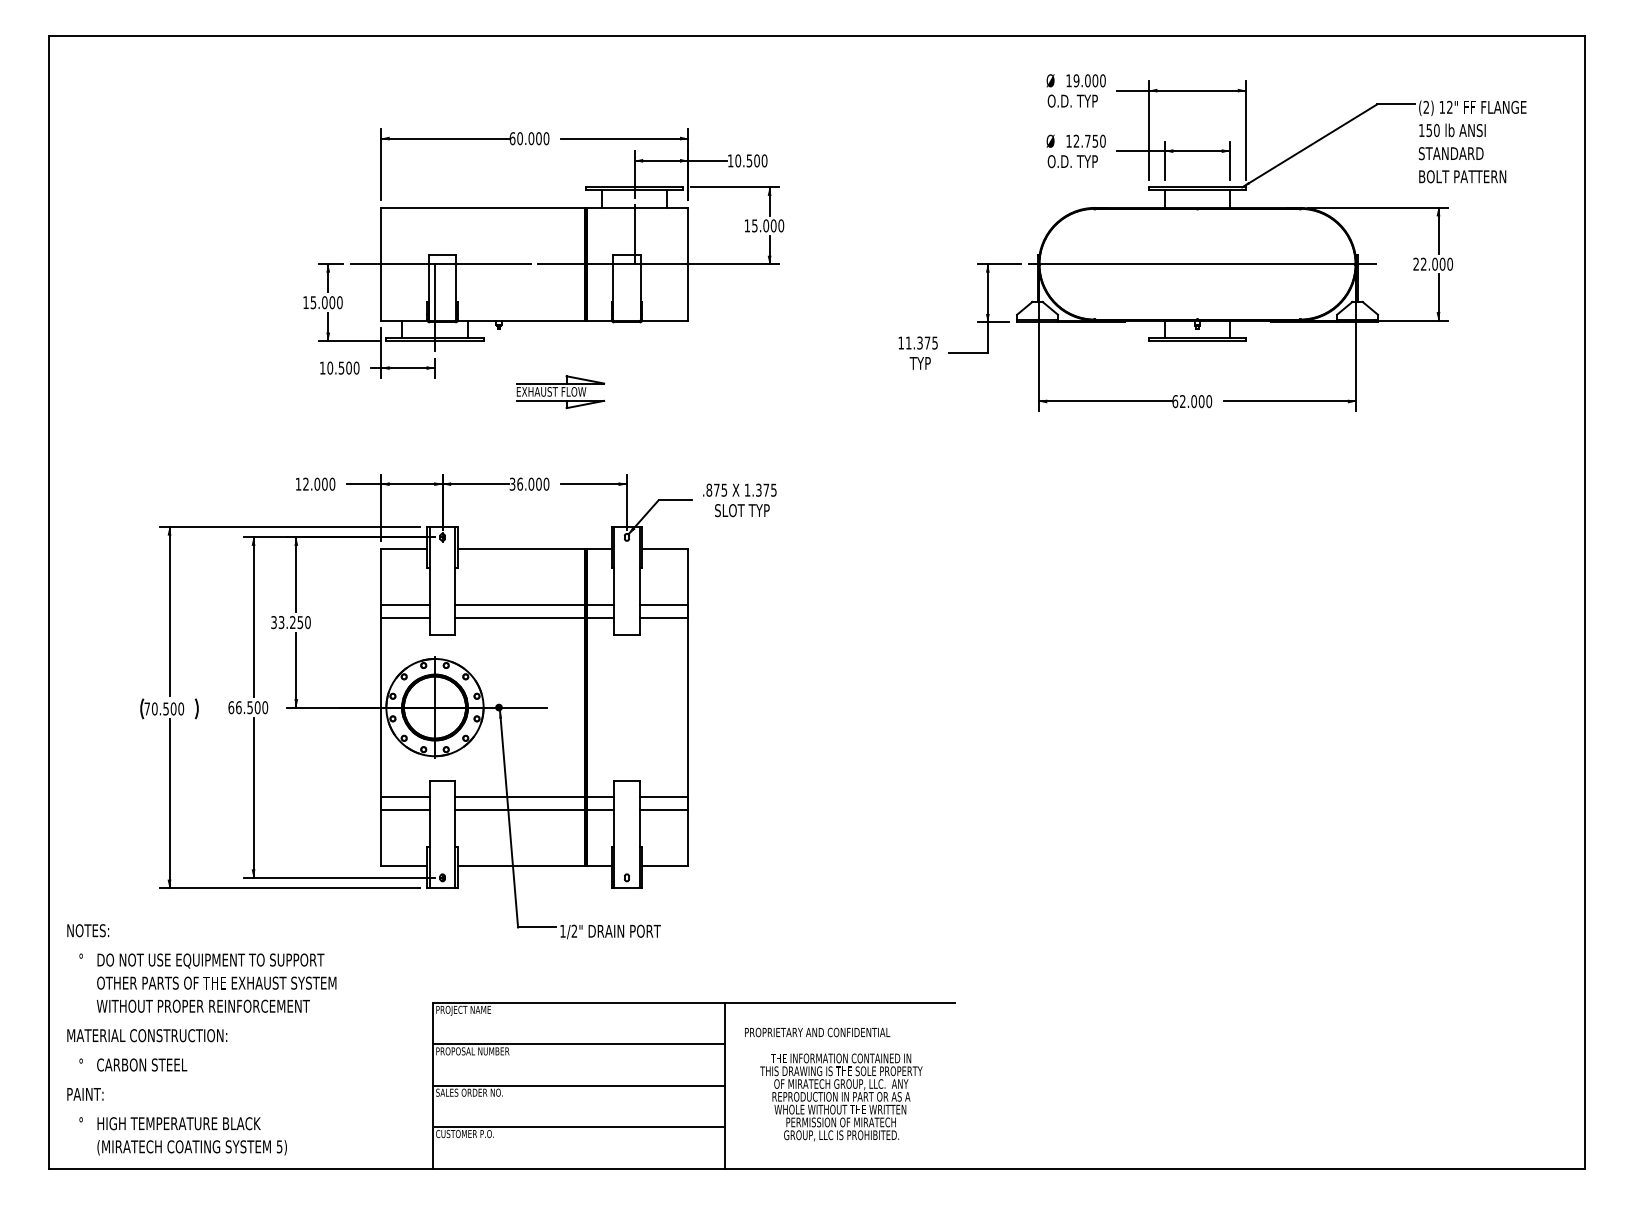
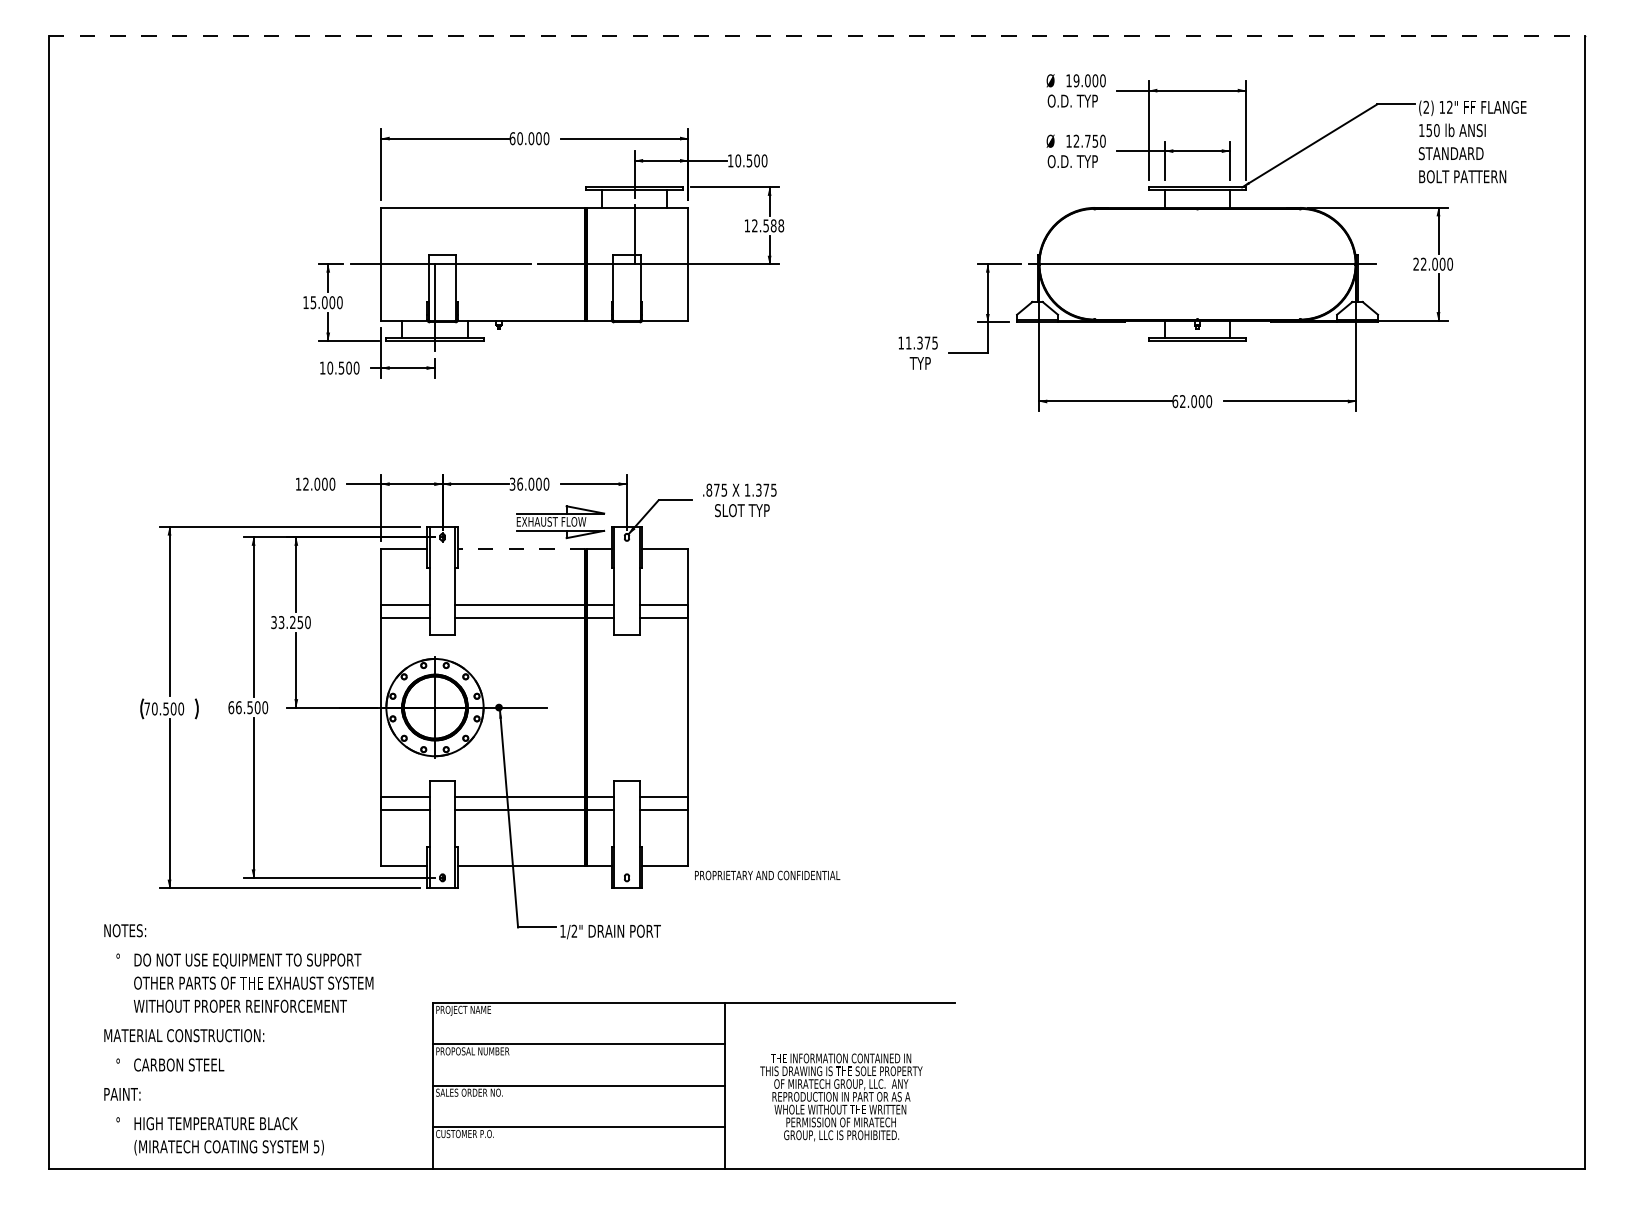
line at (816, 36): solid -> dashed
text at (768, 225): 15.000 -> 12.588
part at (560, 392) position: (560, 392) -> (560, 522)
line at (521, 548): solid -> dashed
text at (817, 1032) position: (817, 1032) -> (767, 875)
text at (201, 1039) position: (201, 1039) -> (238, 1039)
